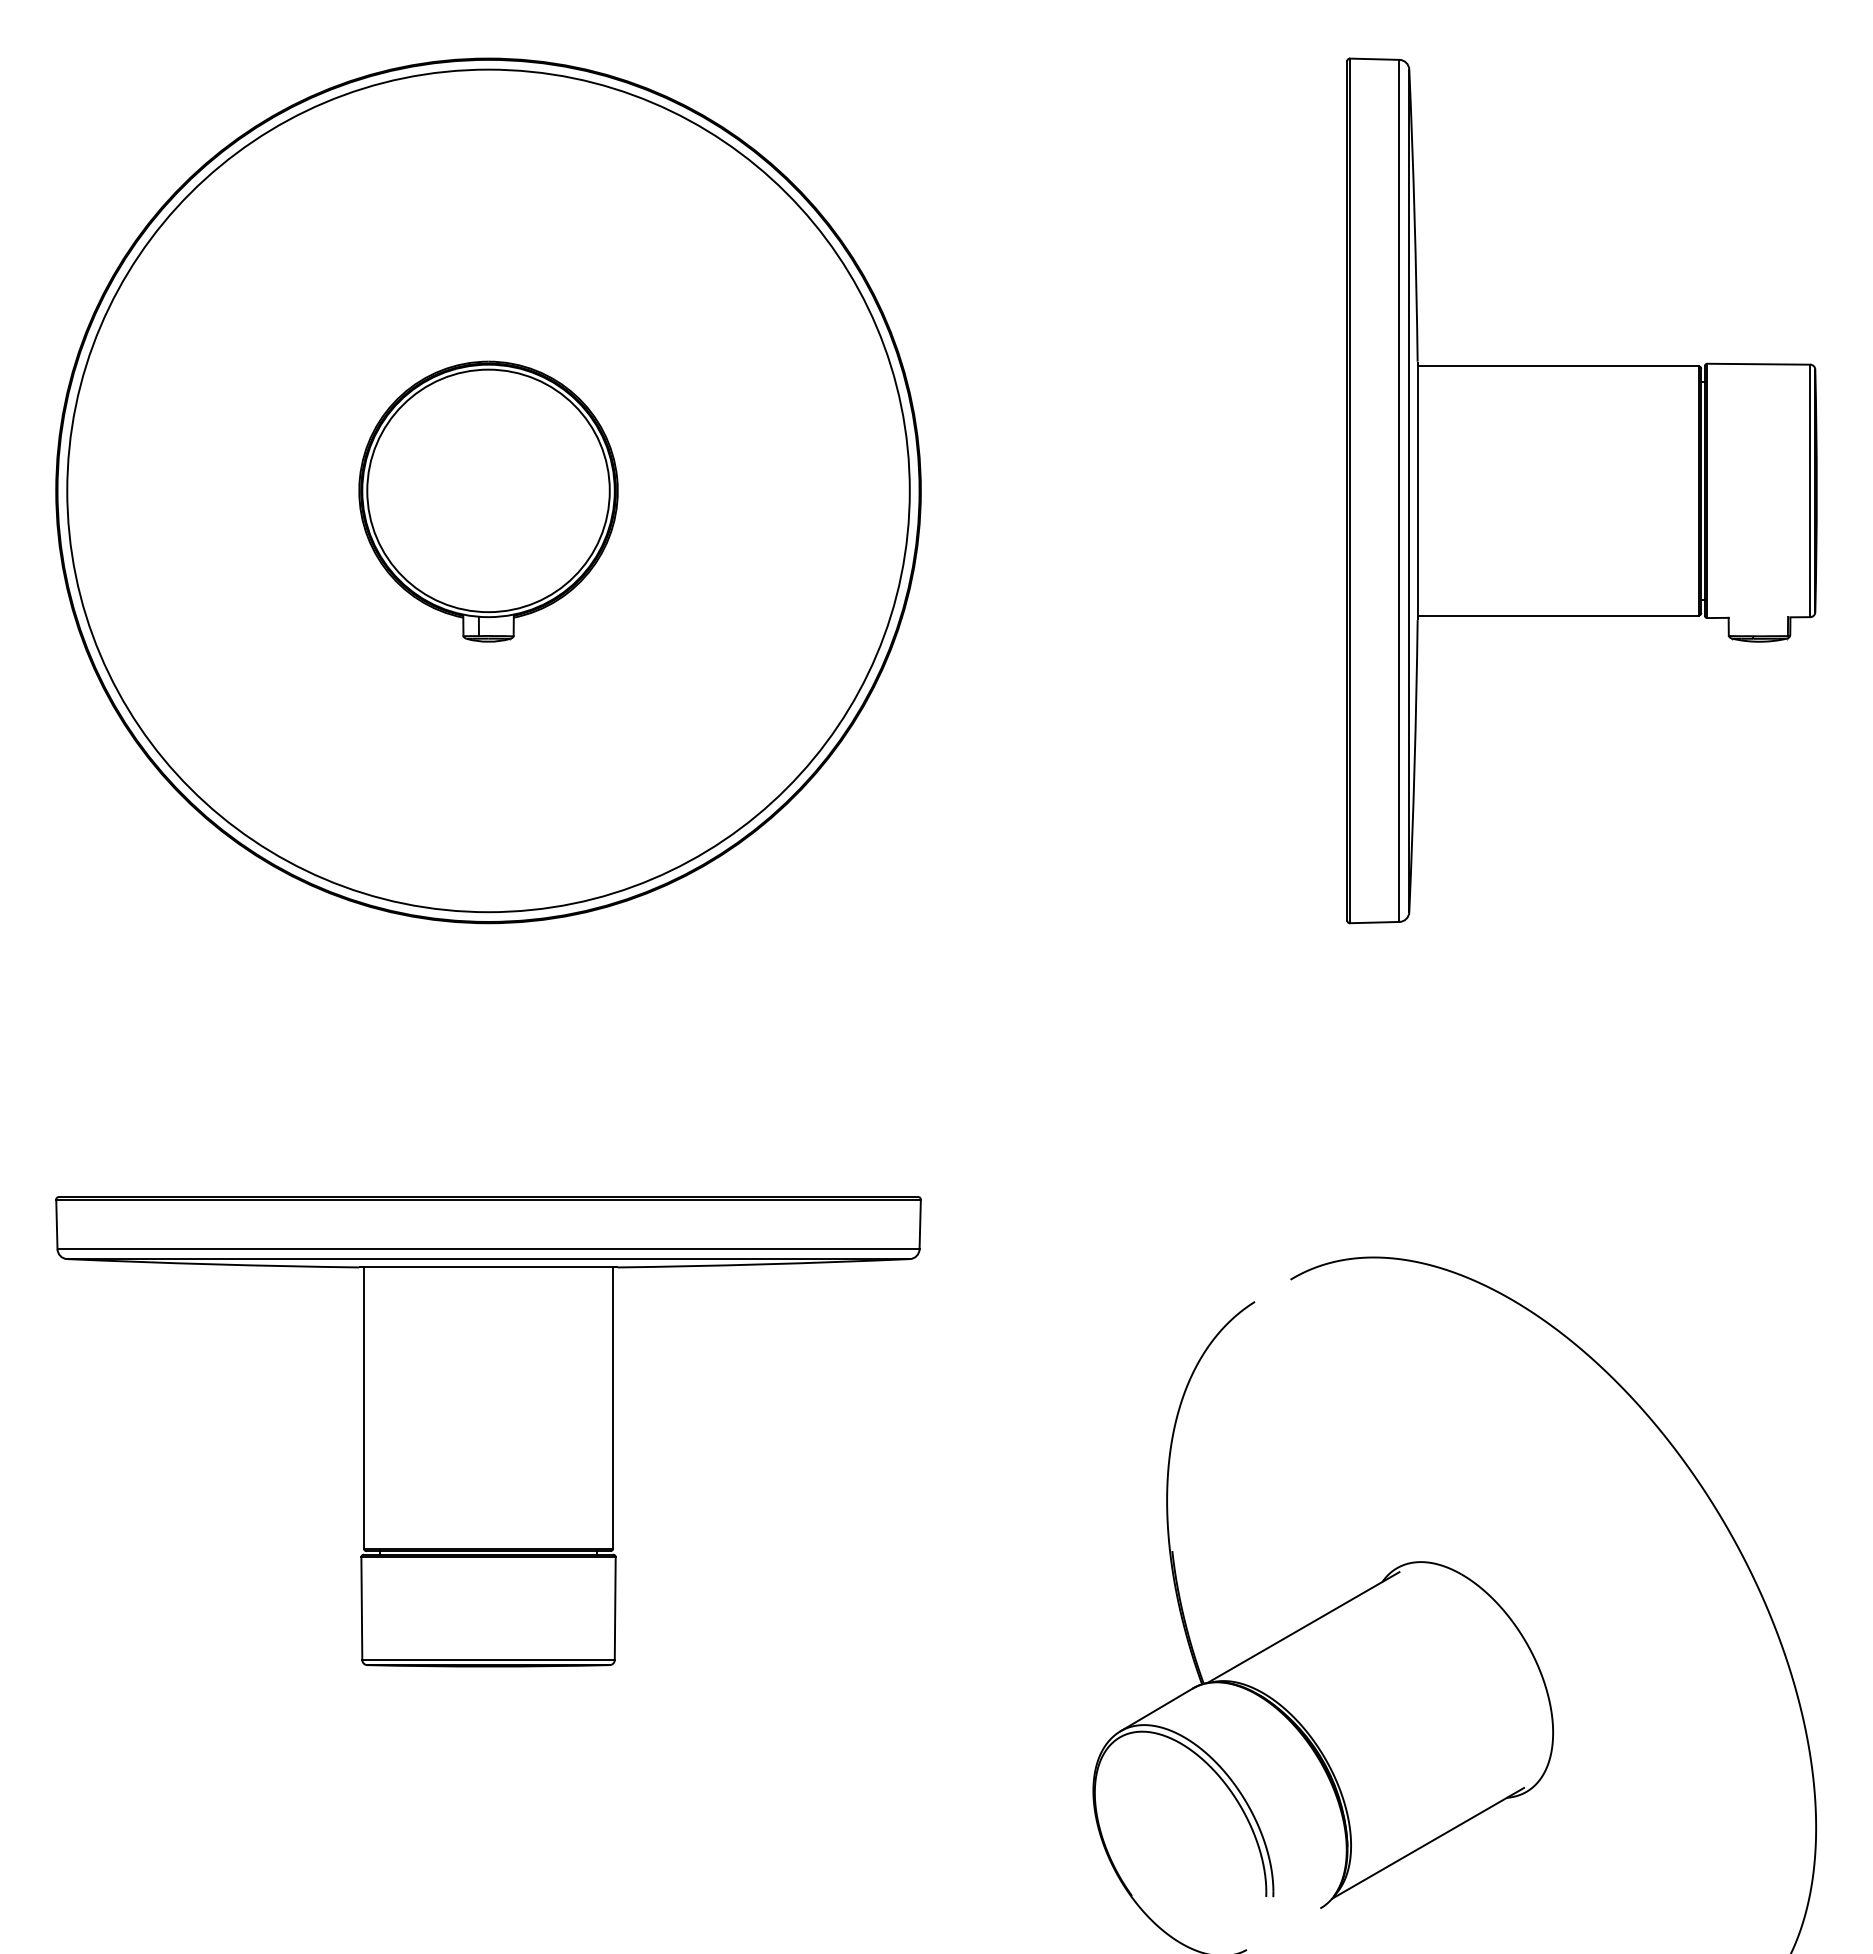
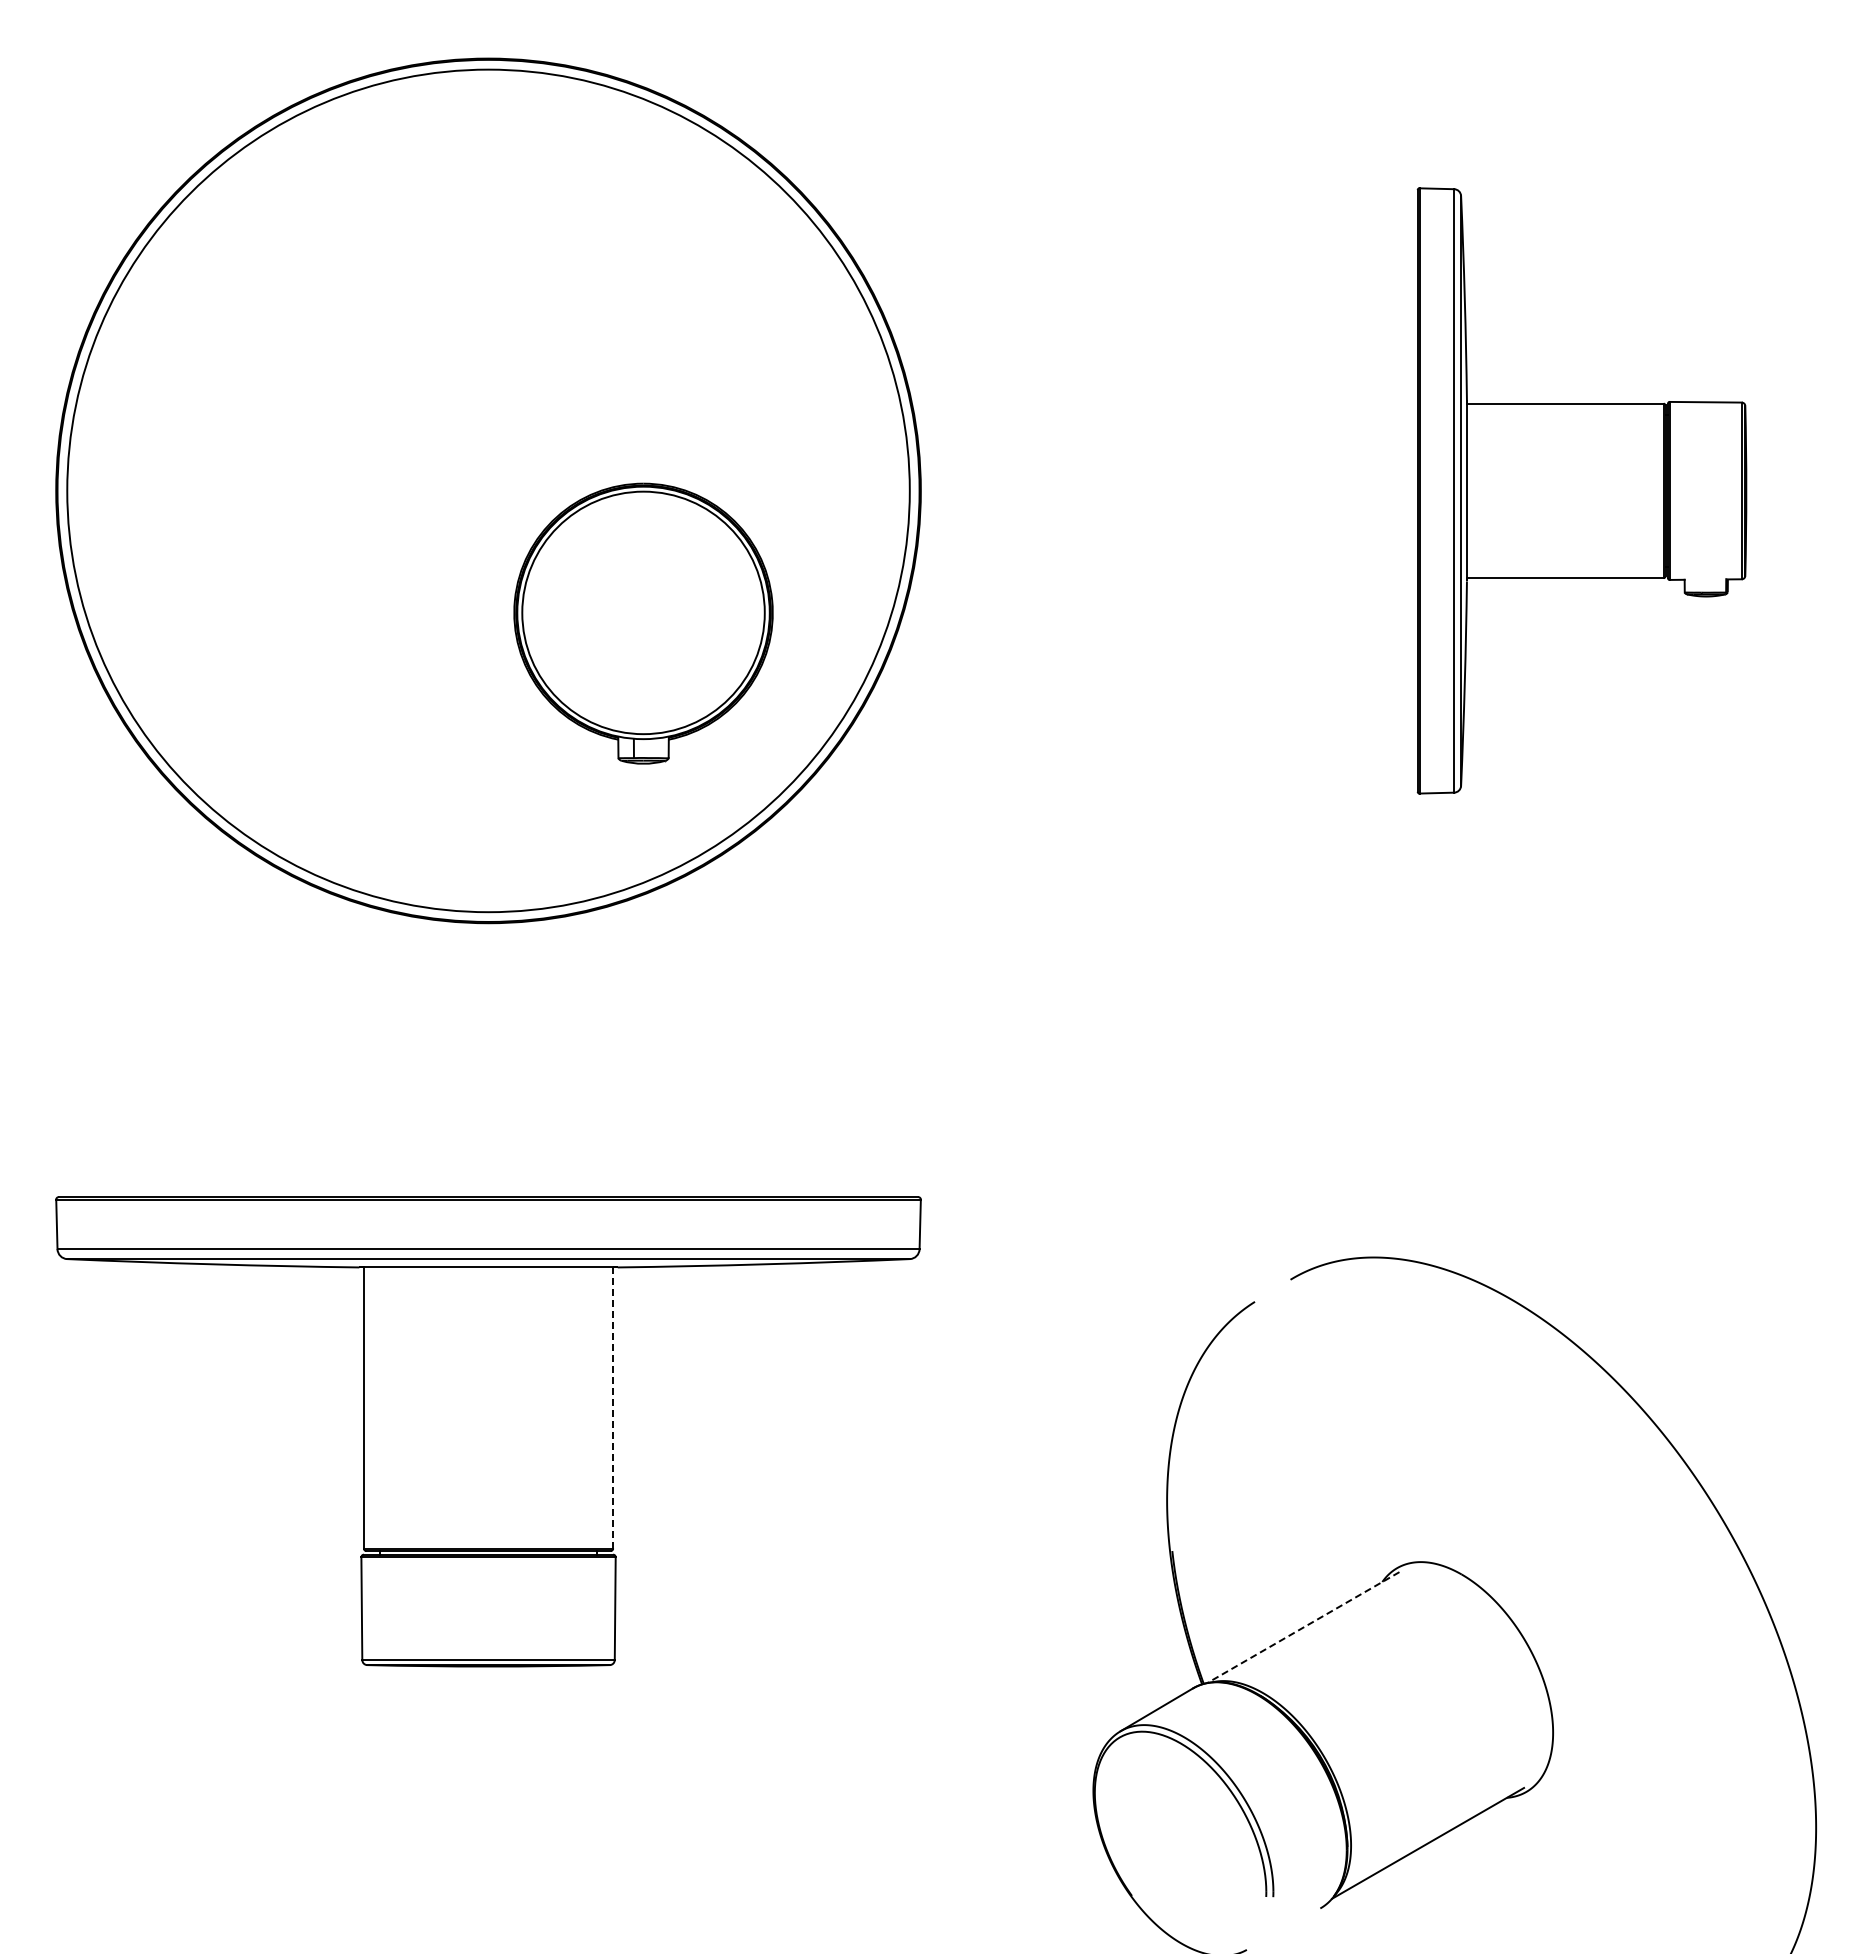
part at (1581, 490) size: 472x868 px -> 332x608 px
part at (488, 501) position: (488, 501) -> (643, 623)
line at (613, 1408): solid -> dashed
line at (1303, 1627): solid -> dashed
